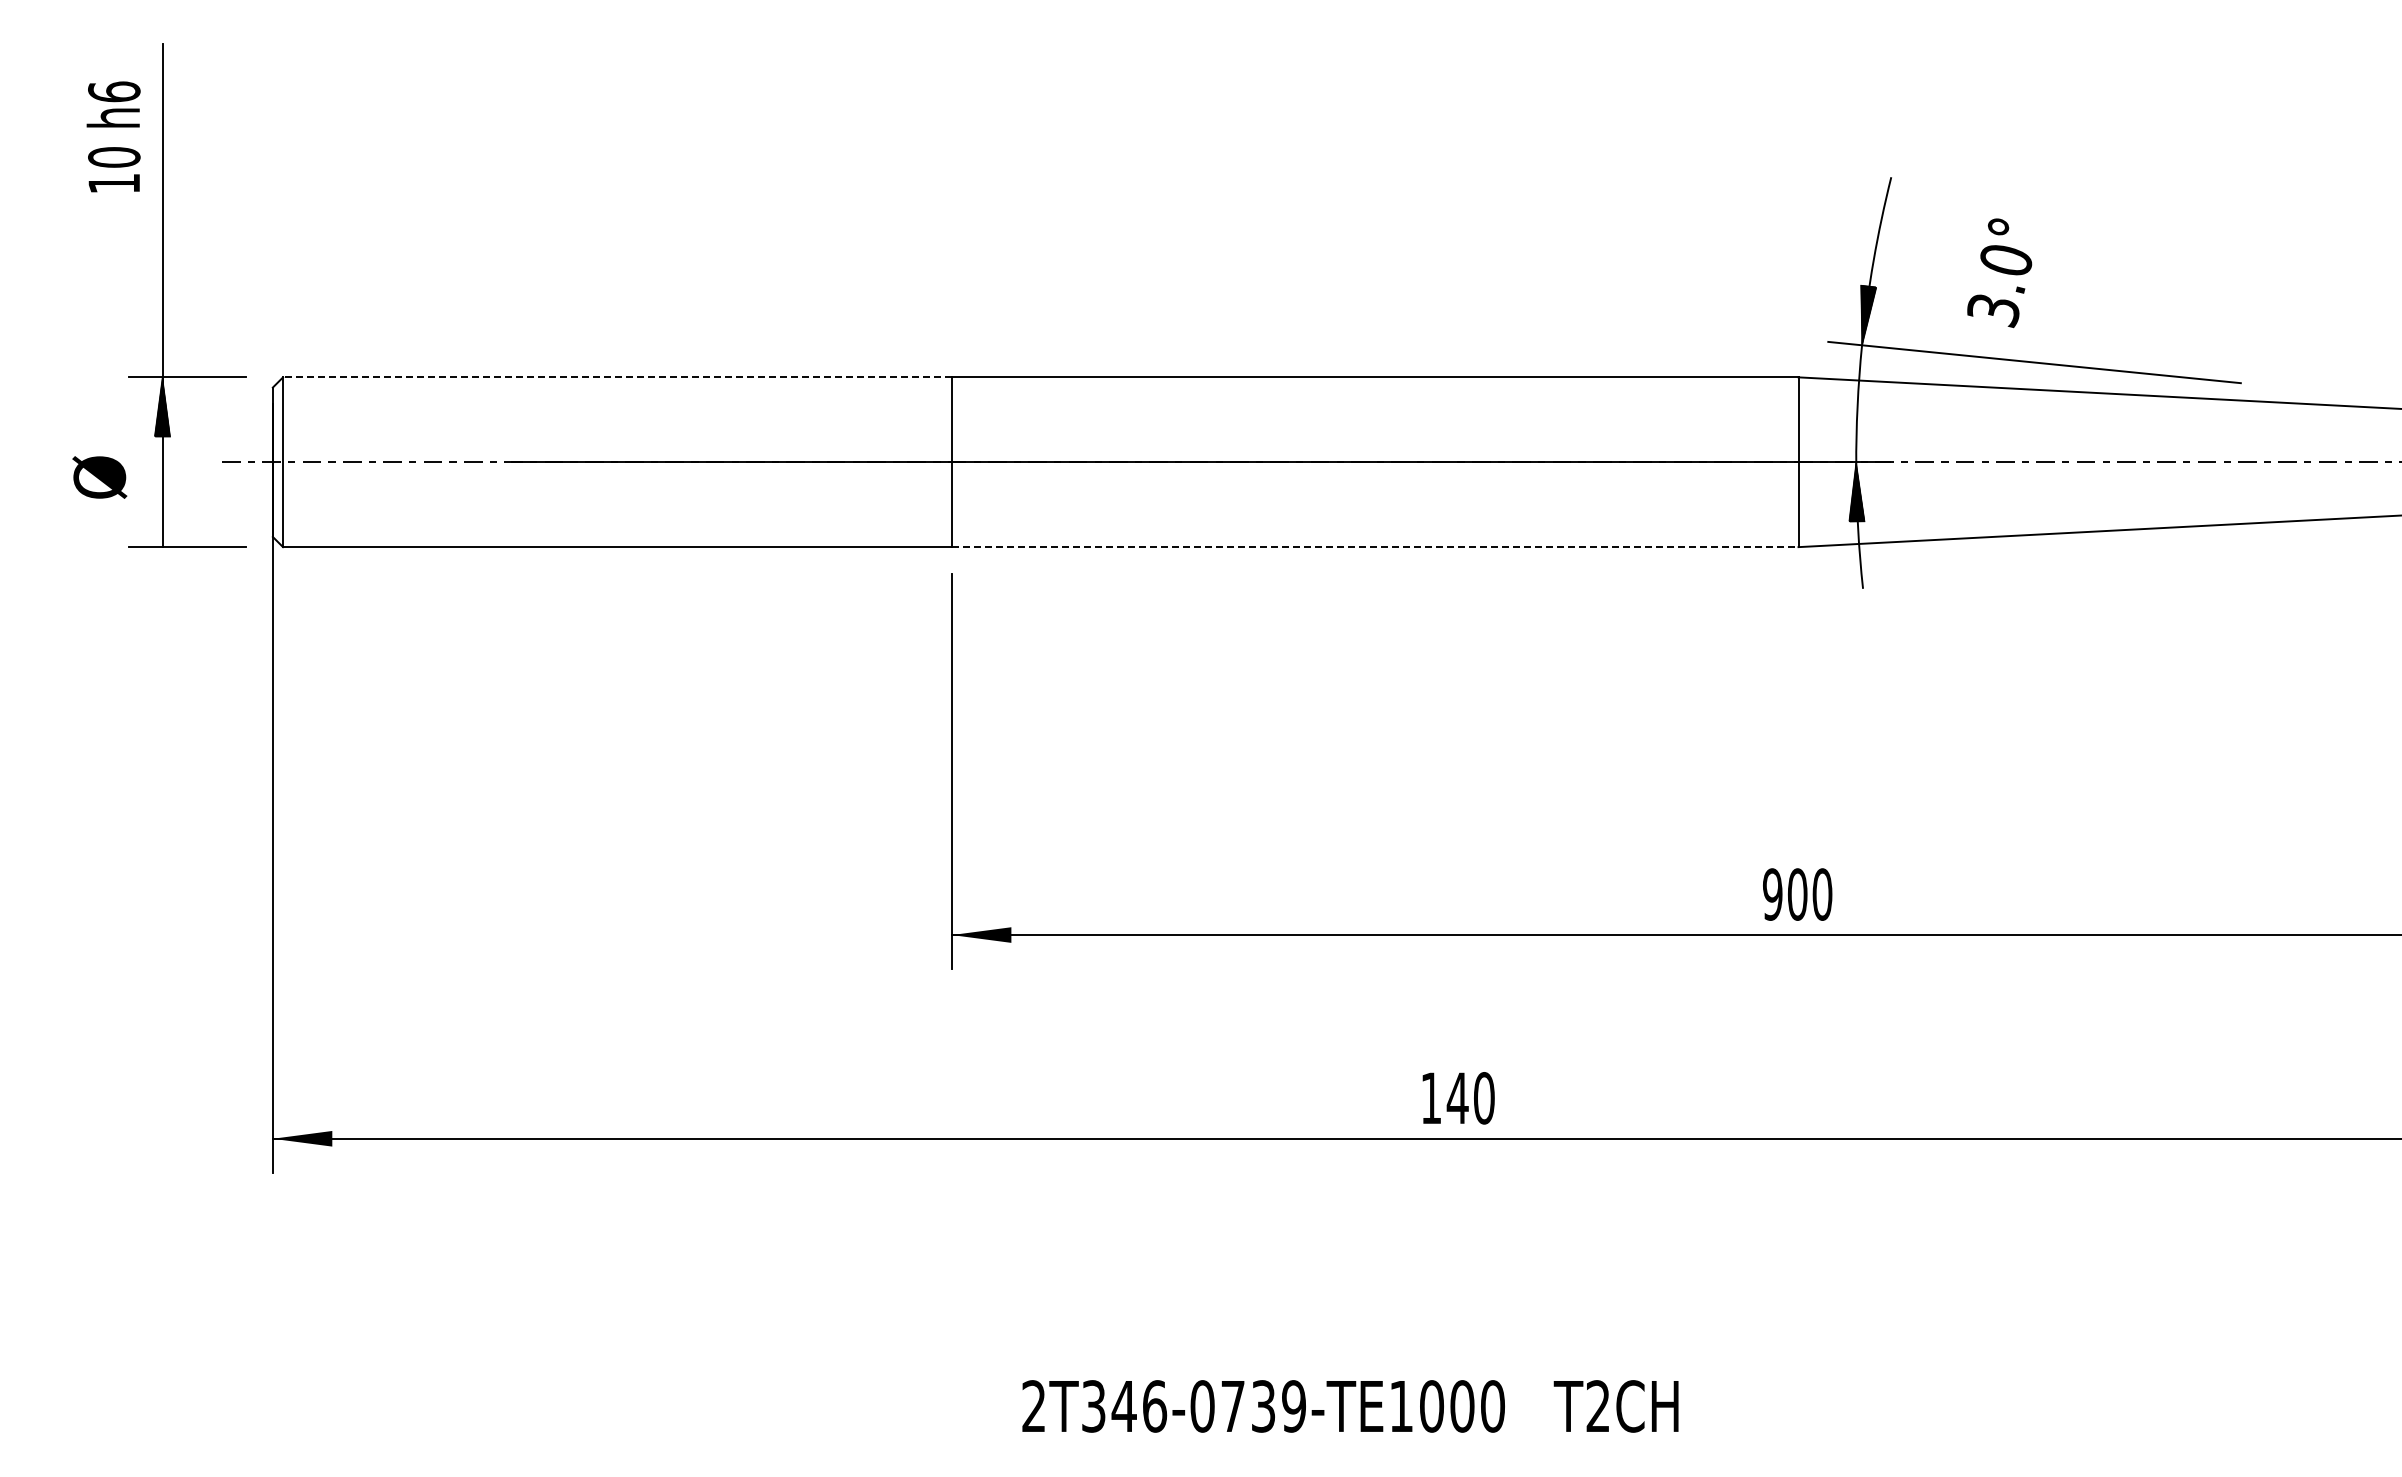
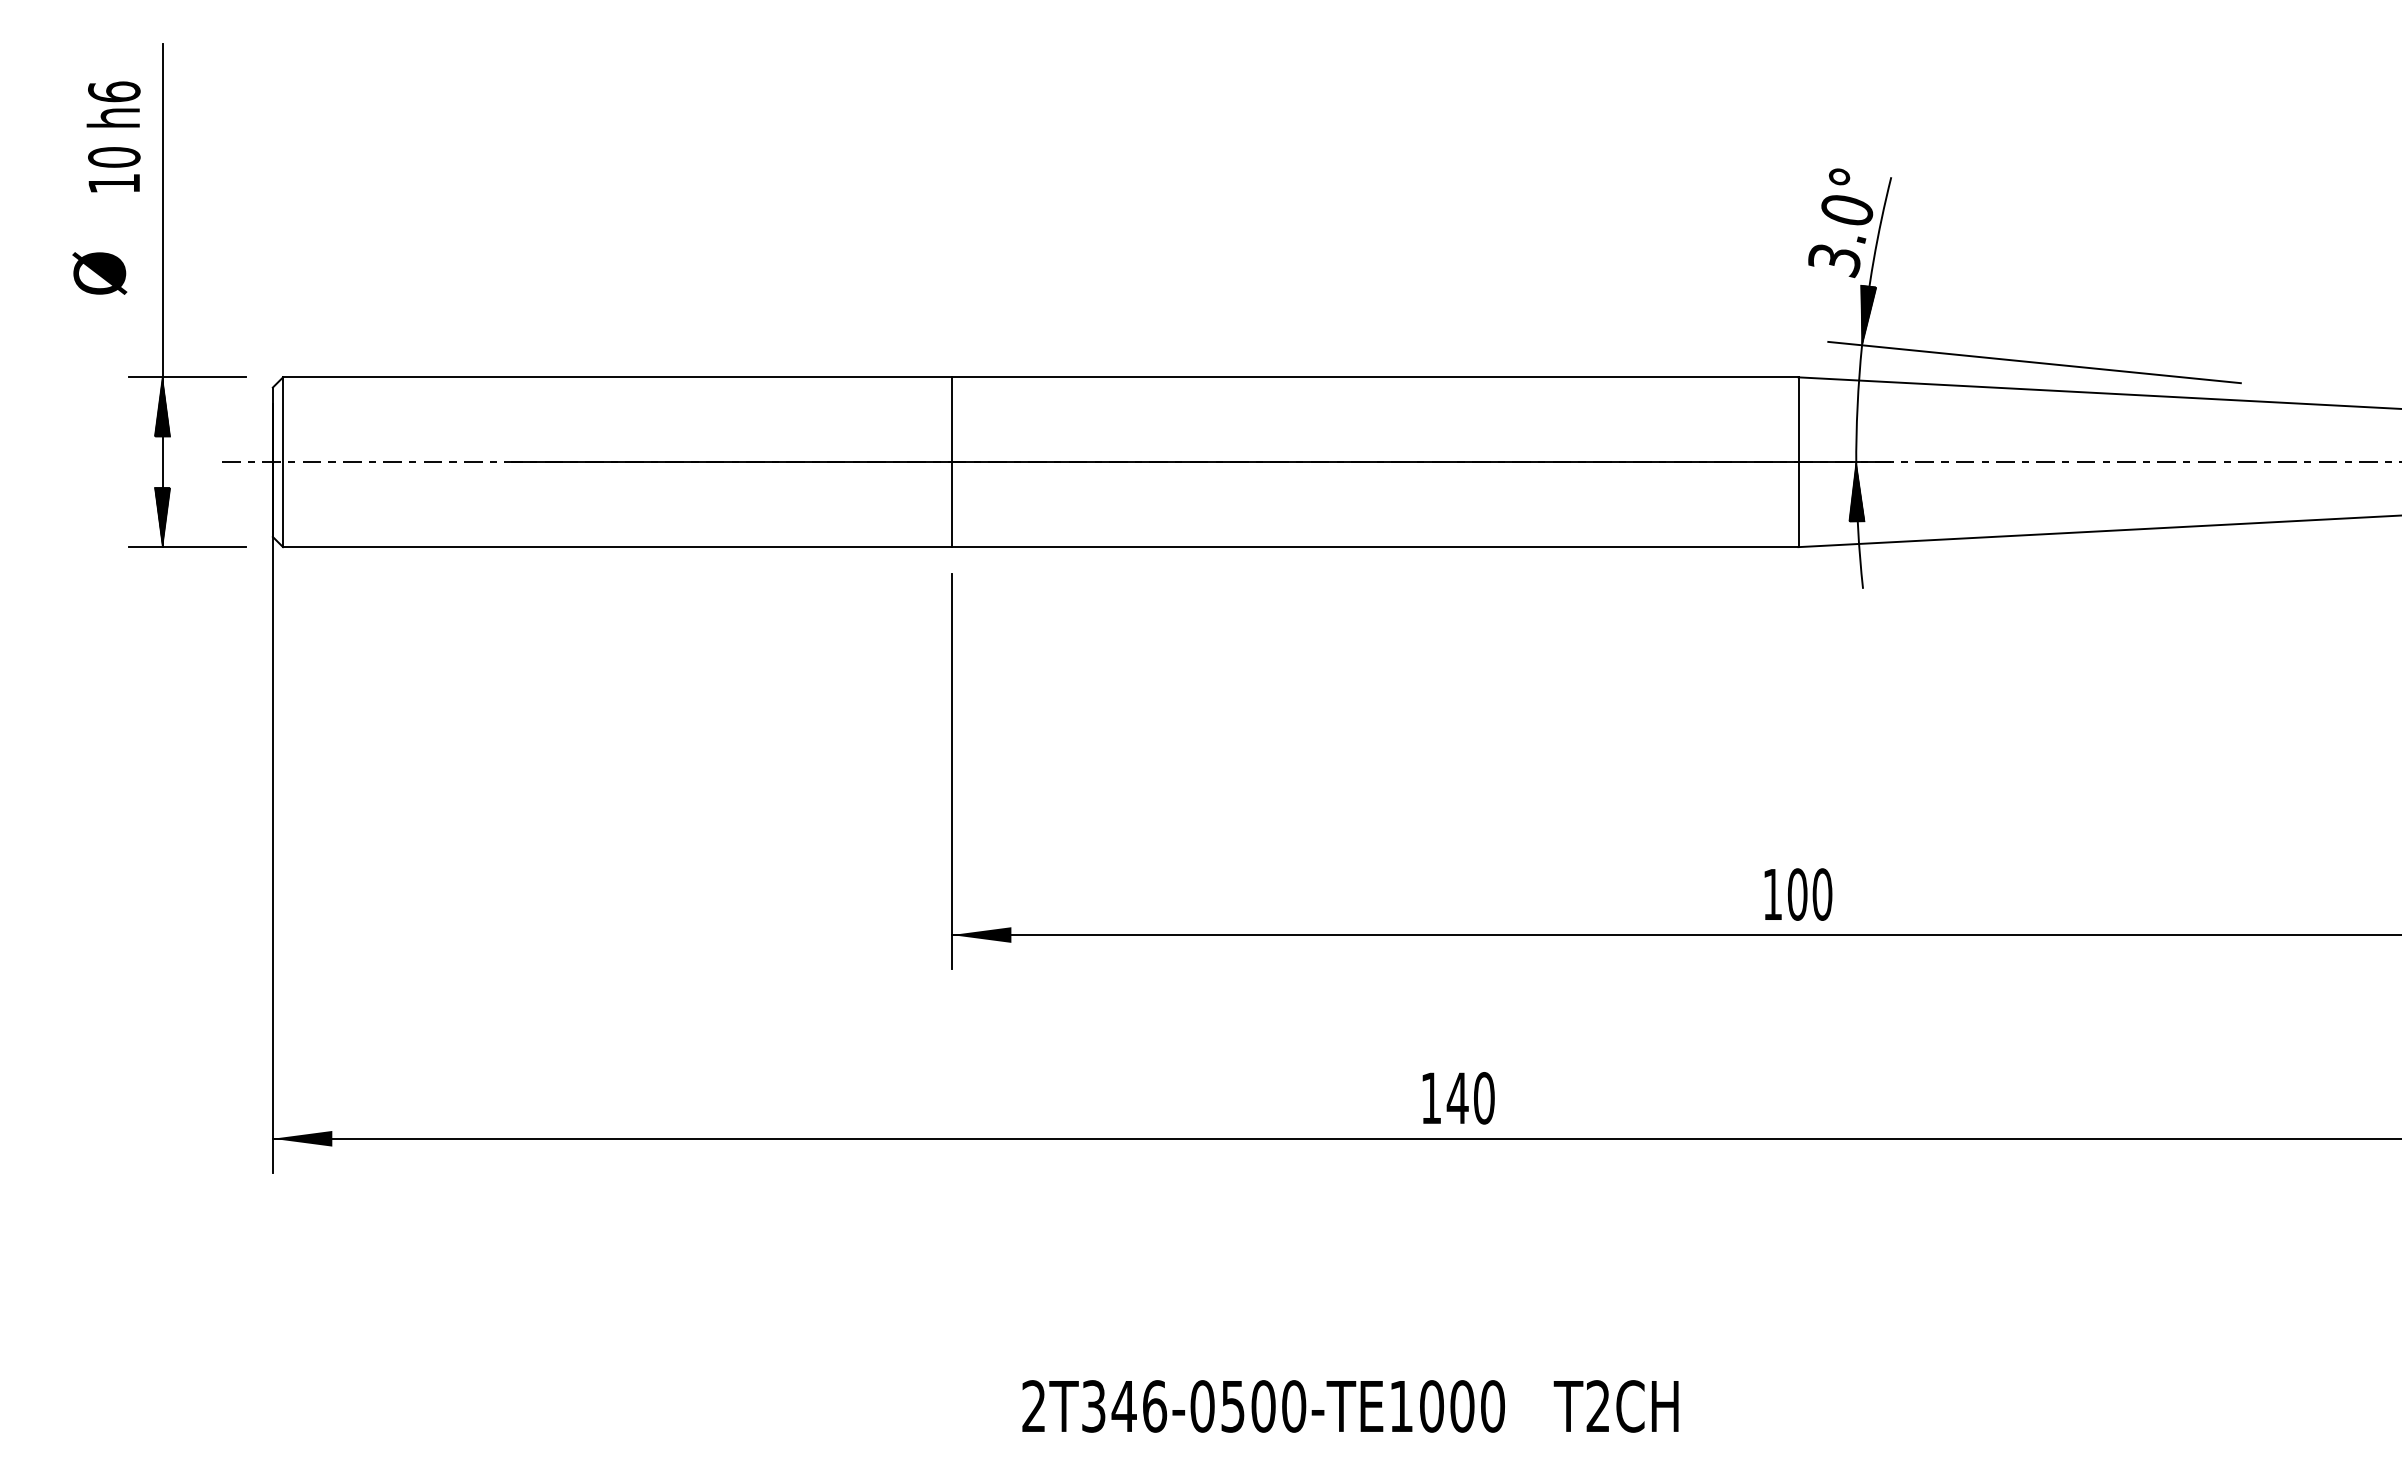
text at (1999, 273) position: (1999, 273) -> (1840, 223)
line at (617, 377): dashed -> solid
text at (99, 477) position: (99, 477) -> (99, 273)
hatch at (162, 517): none -> present
line at (1375, 547): dashed -> solid
text at (1772, 894): 900 -> 100
text at (1263, 1406): 2T346-0739-TE1000 -> 2T346-0500-TE1000
